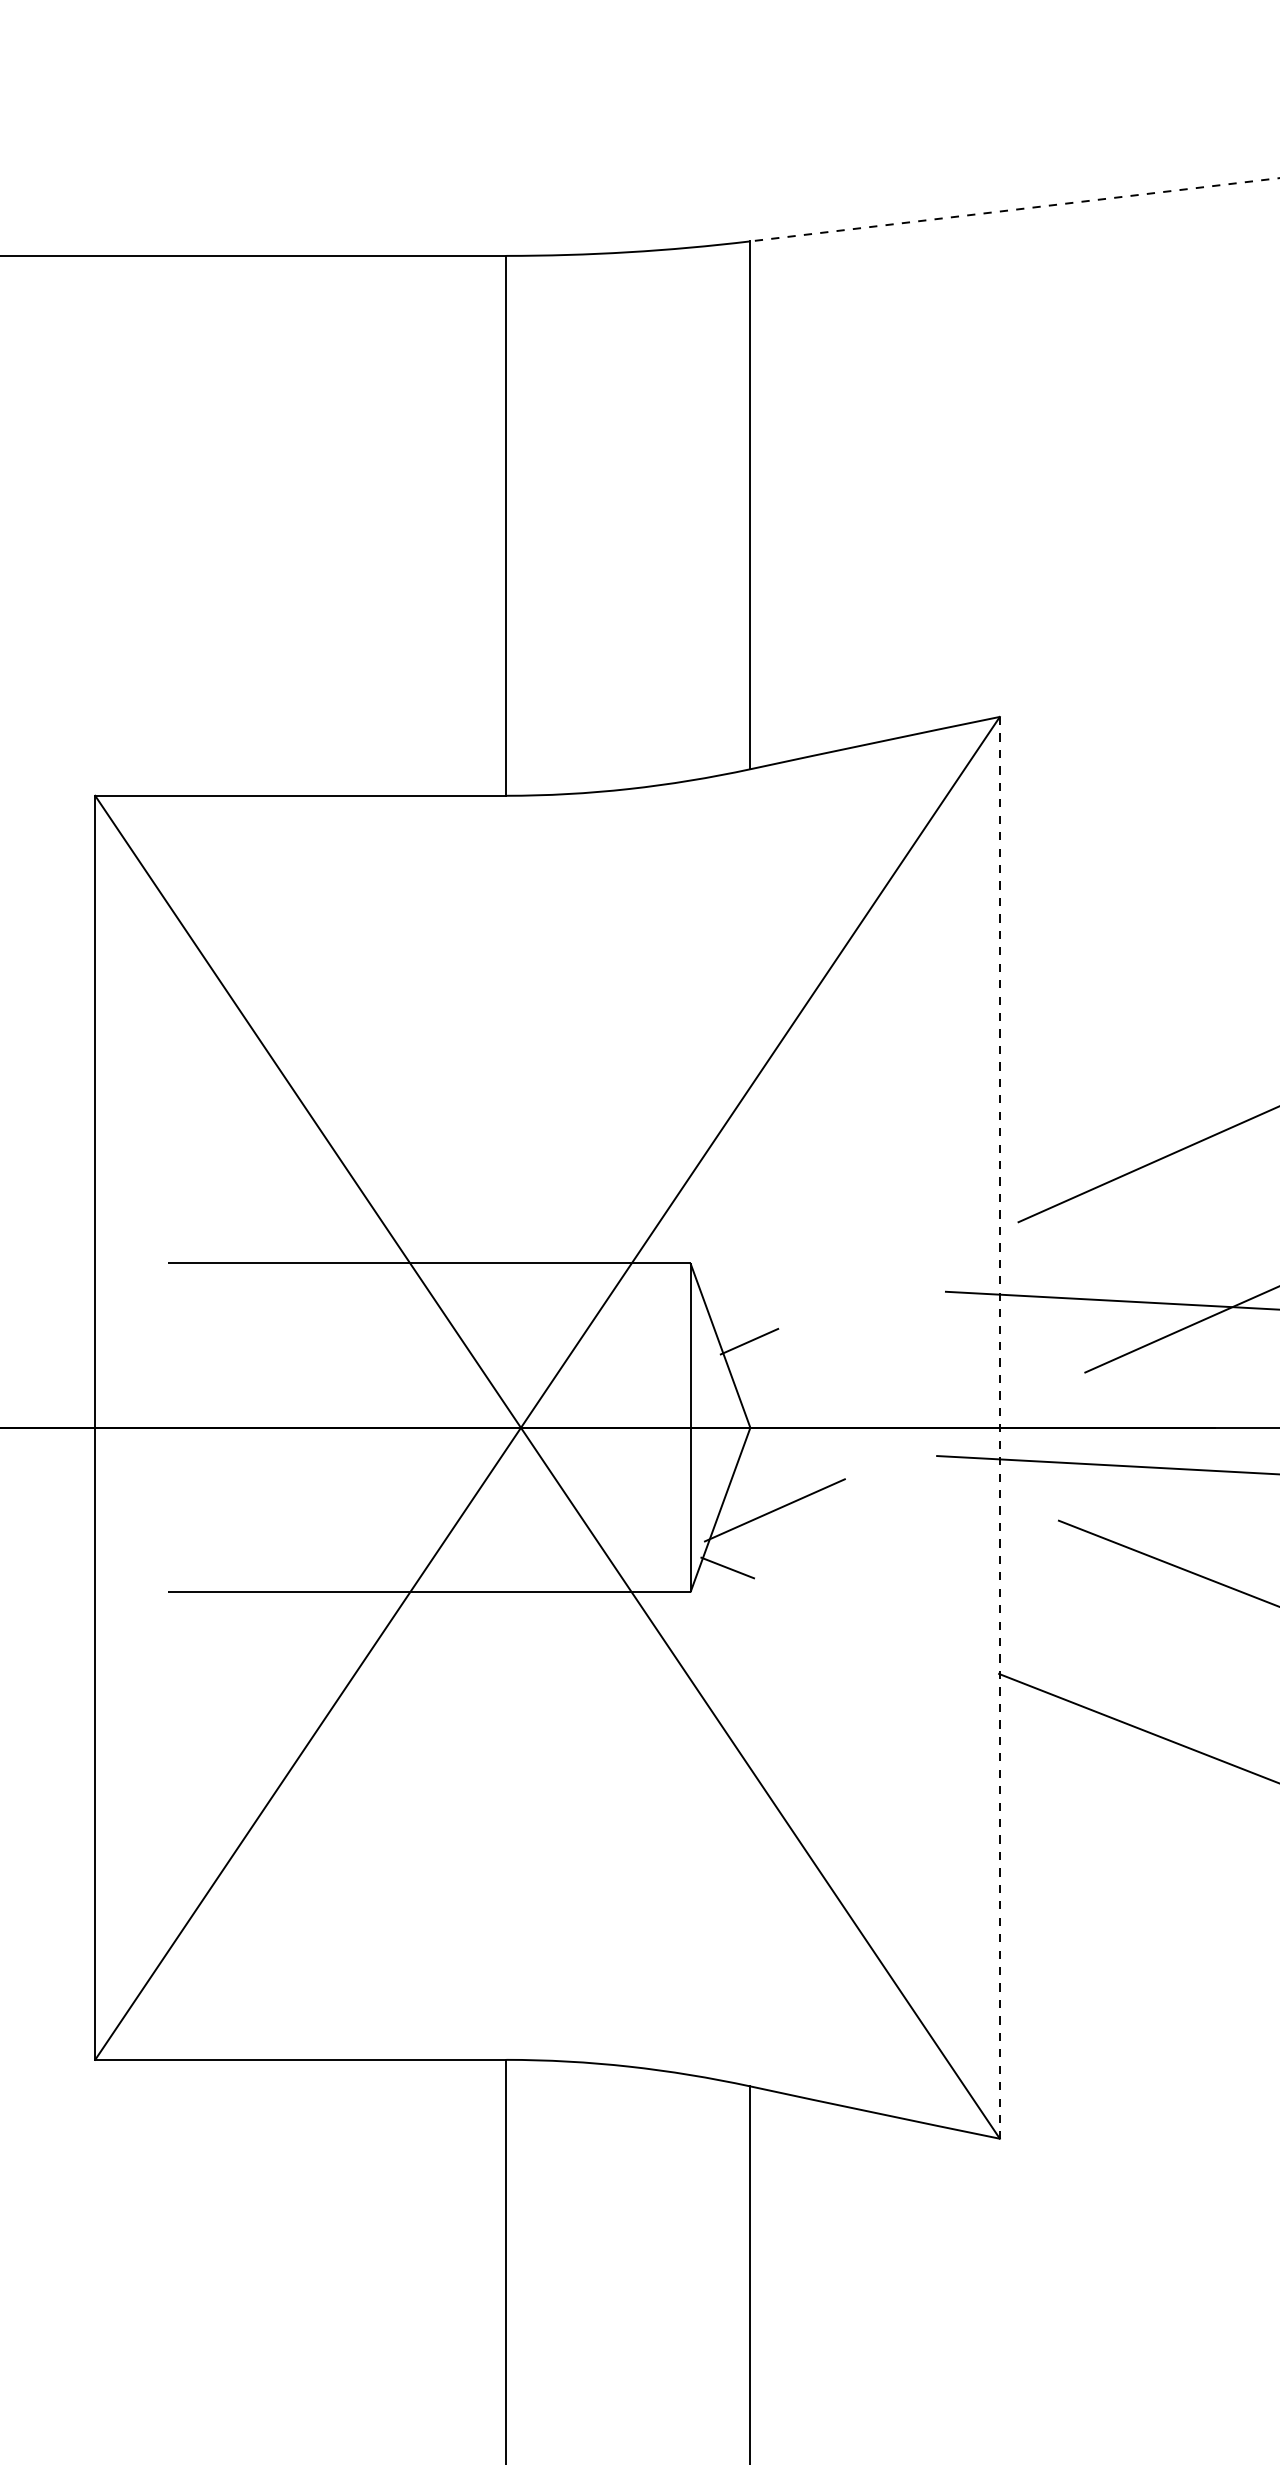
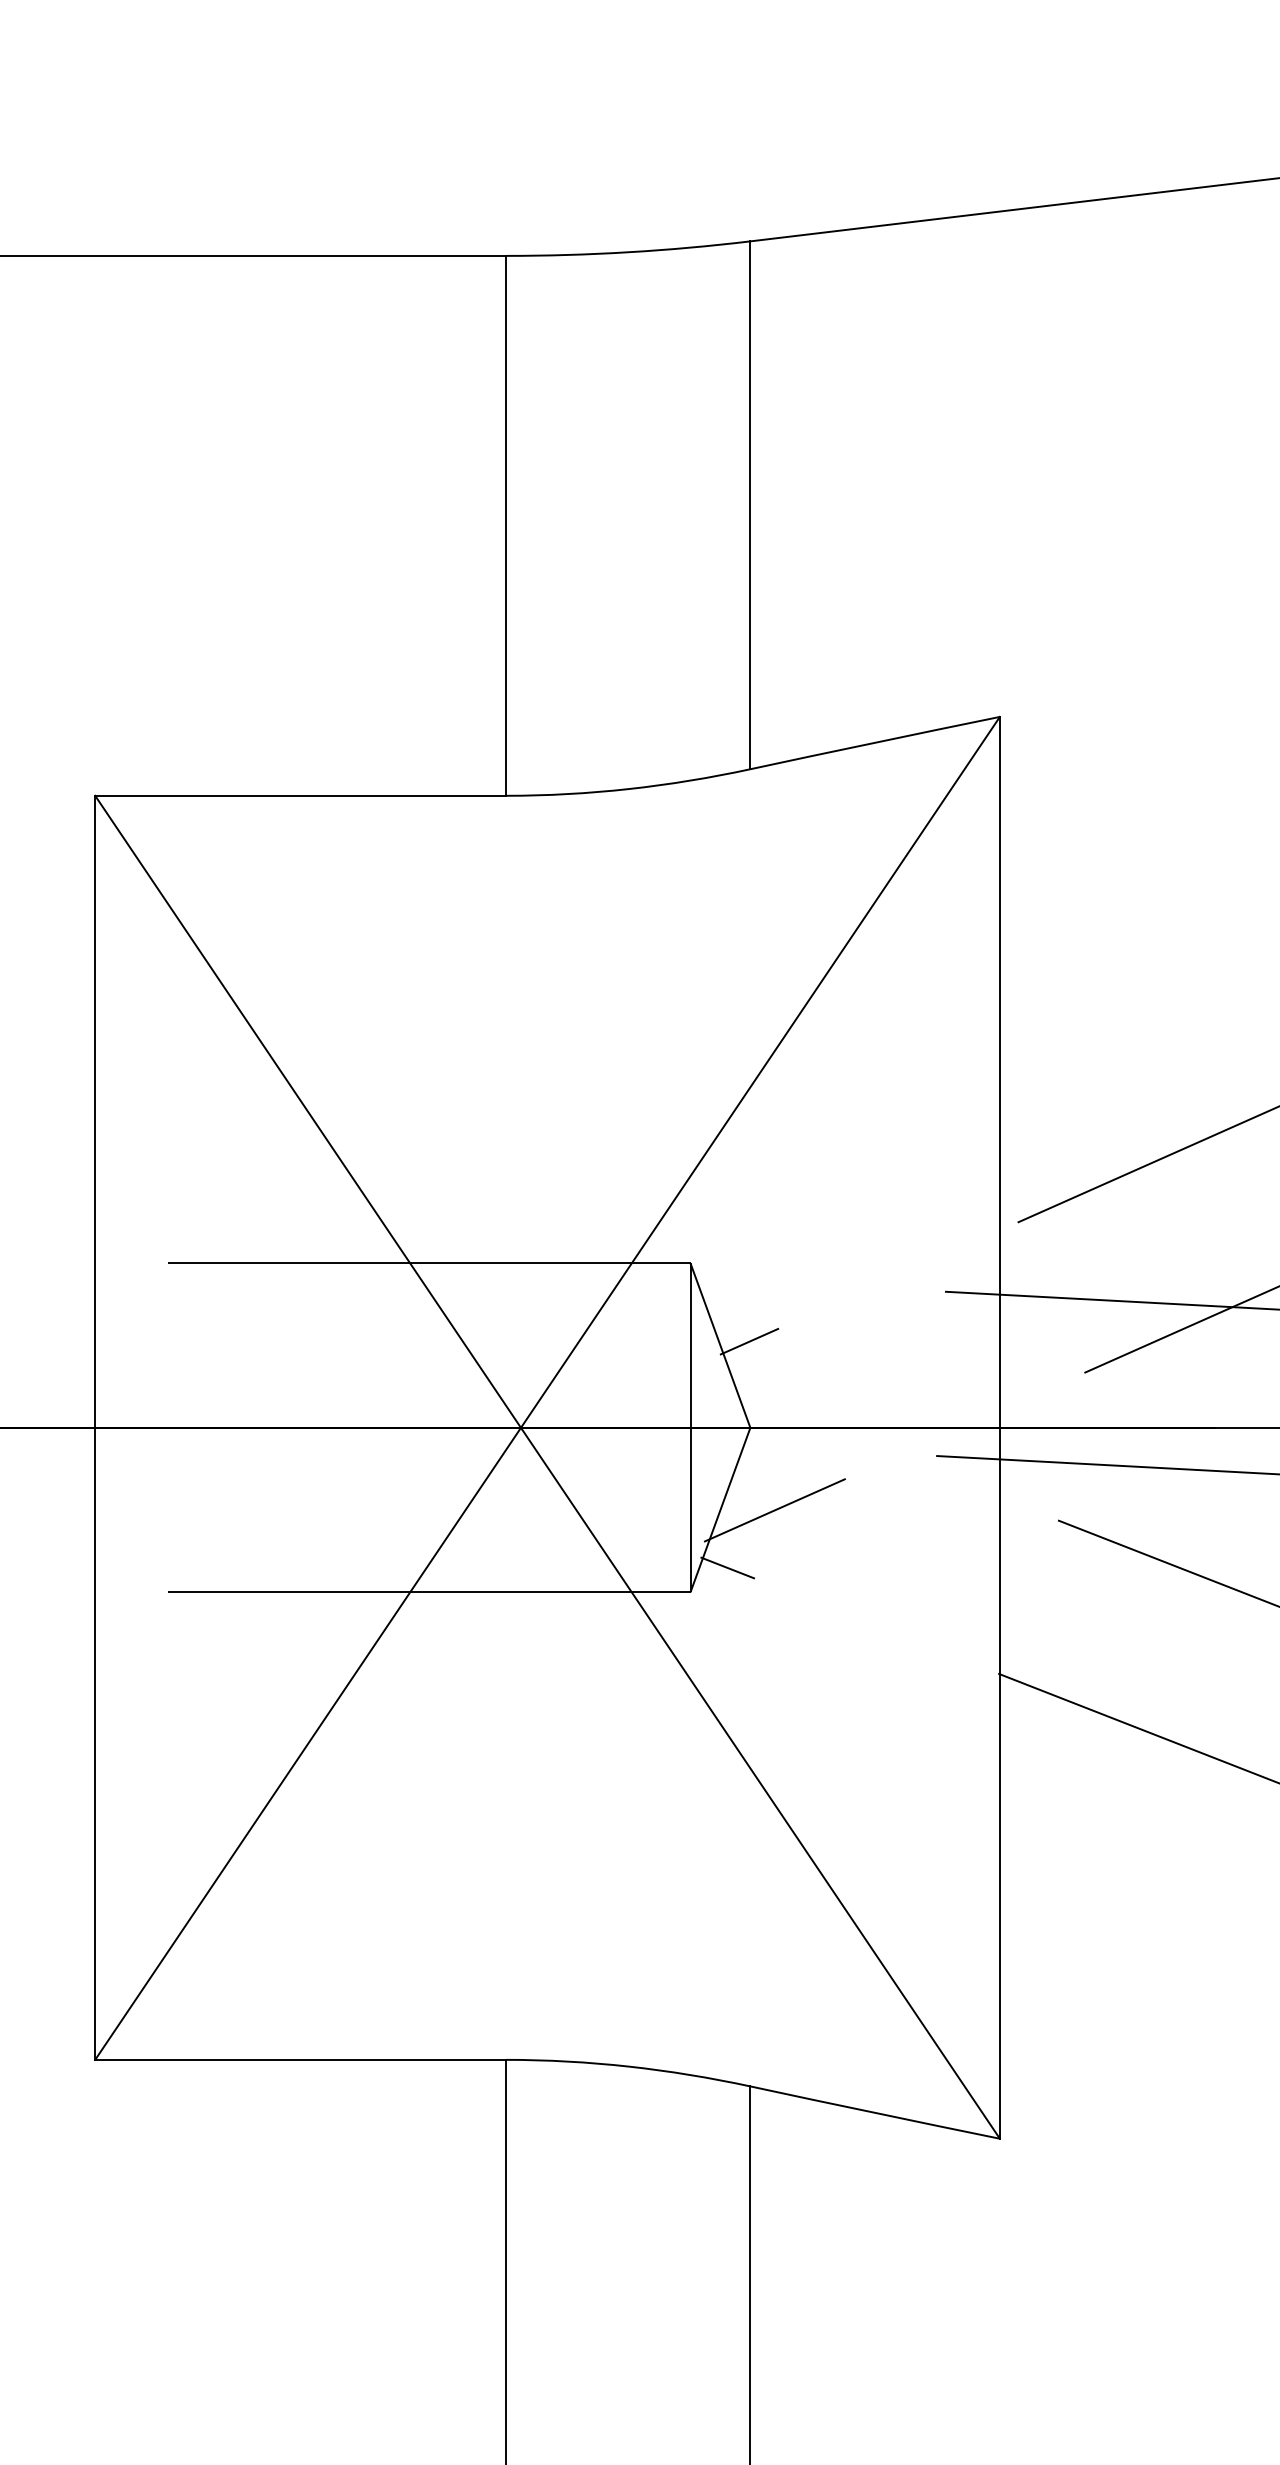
line at (1014, 209): dashed -> solid
line at (999, 1427): dashed -> solid
